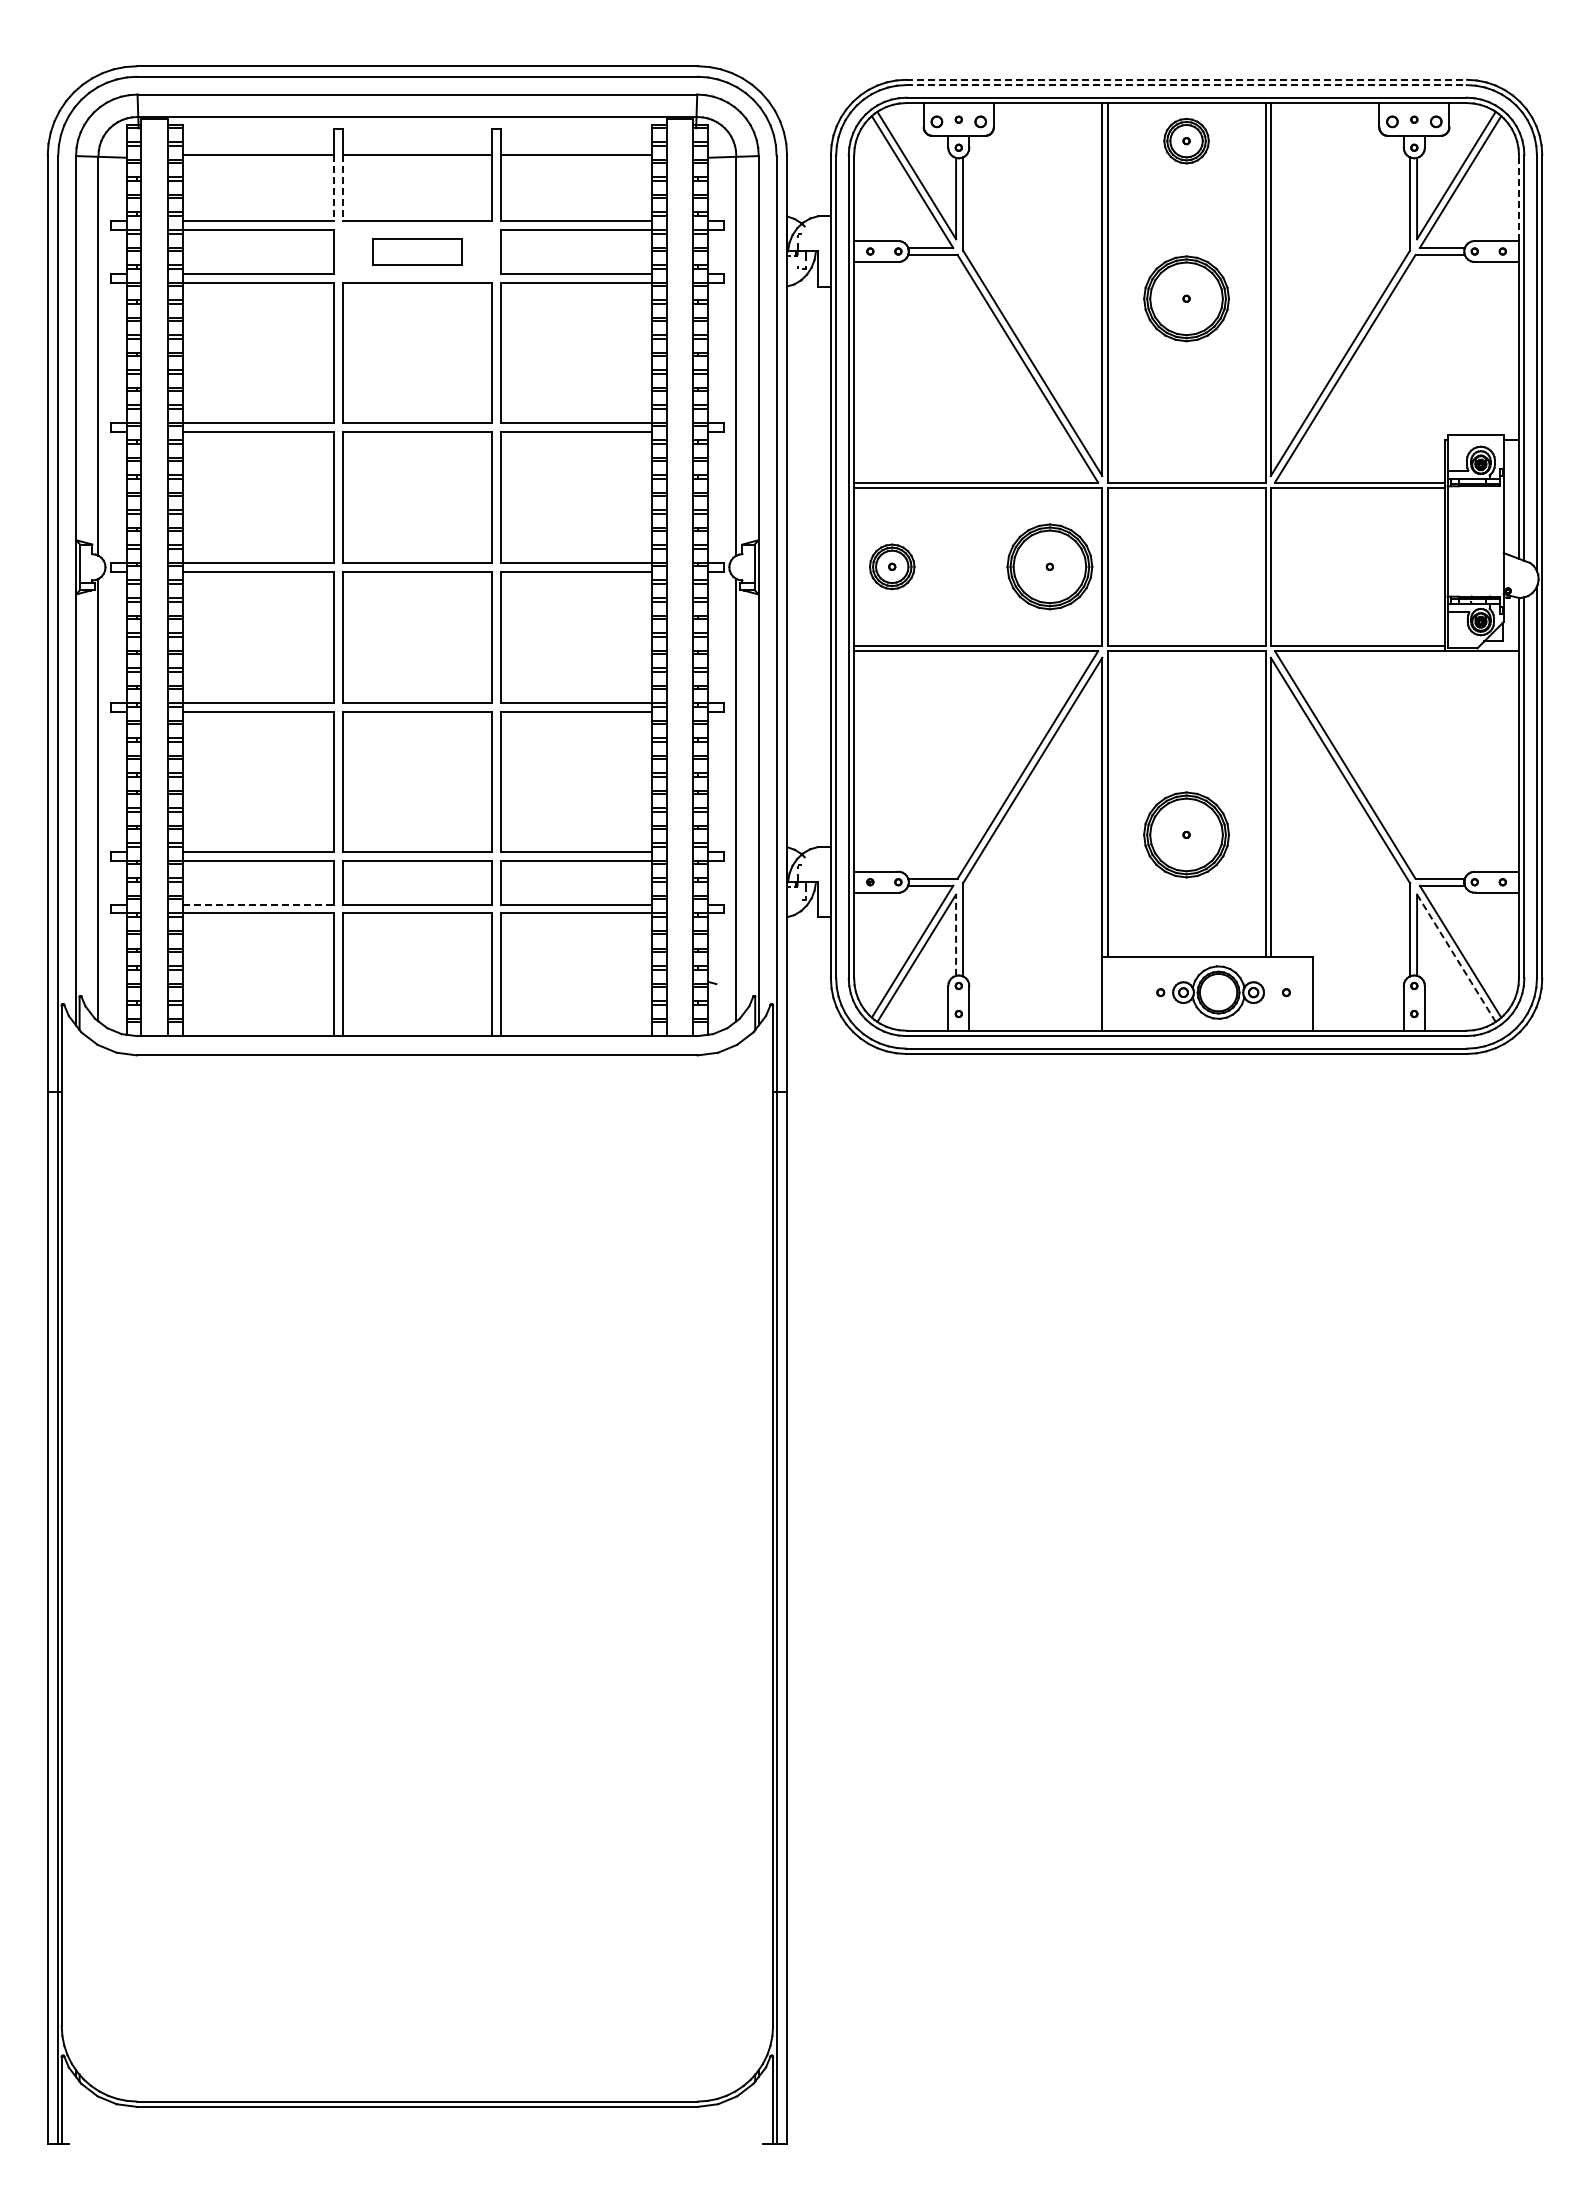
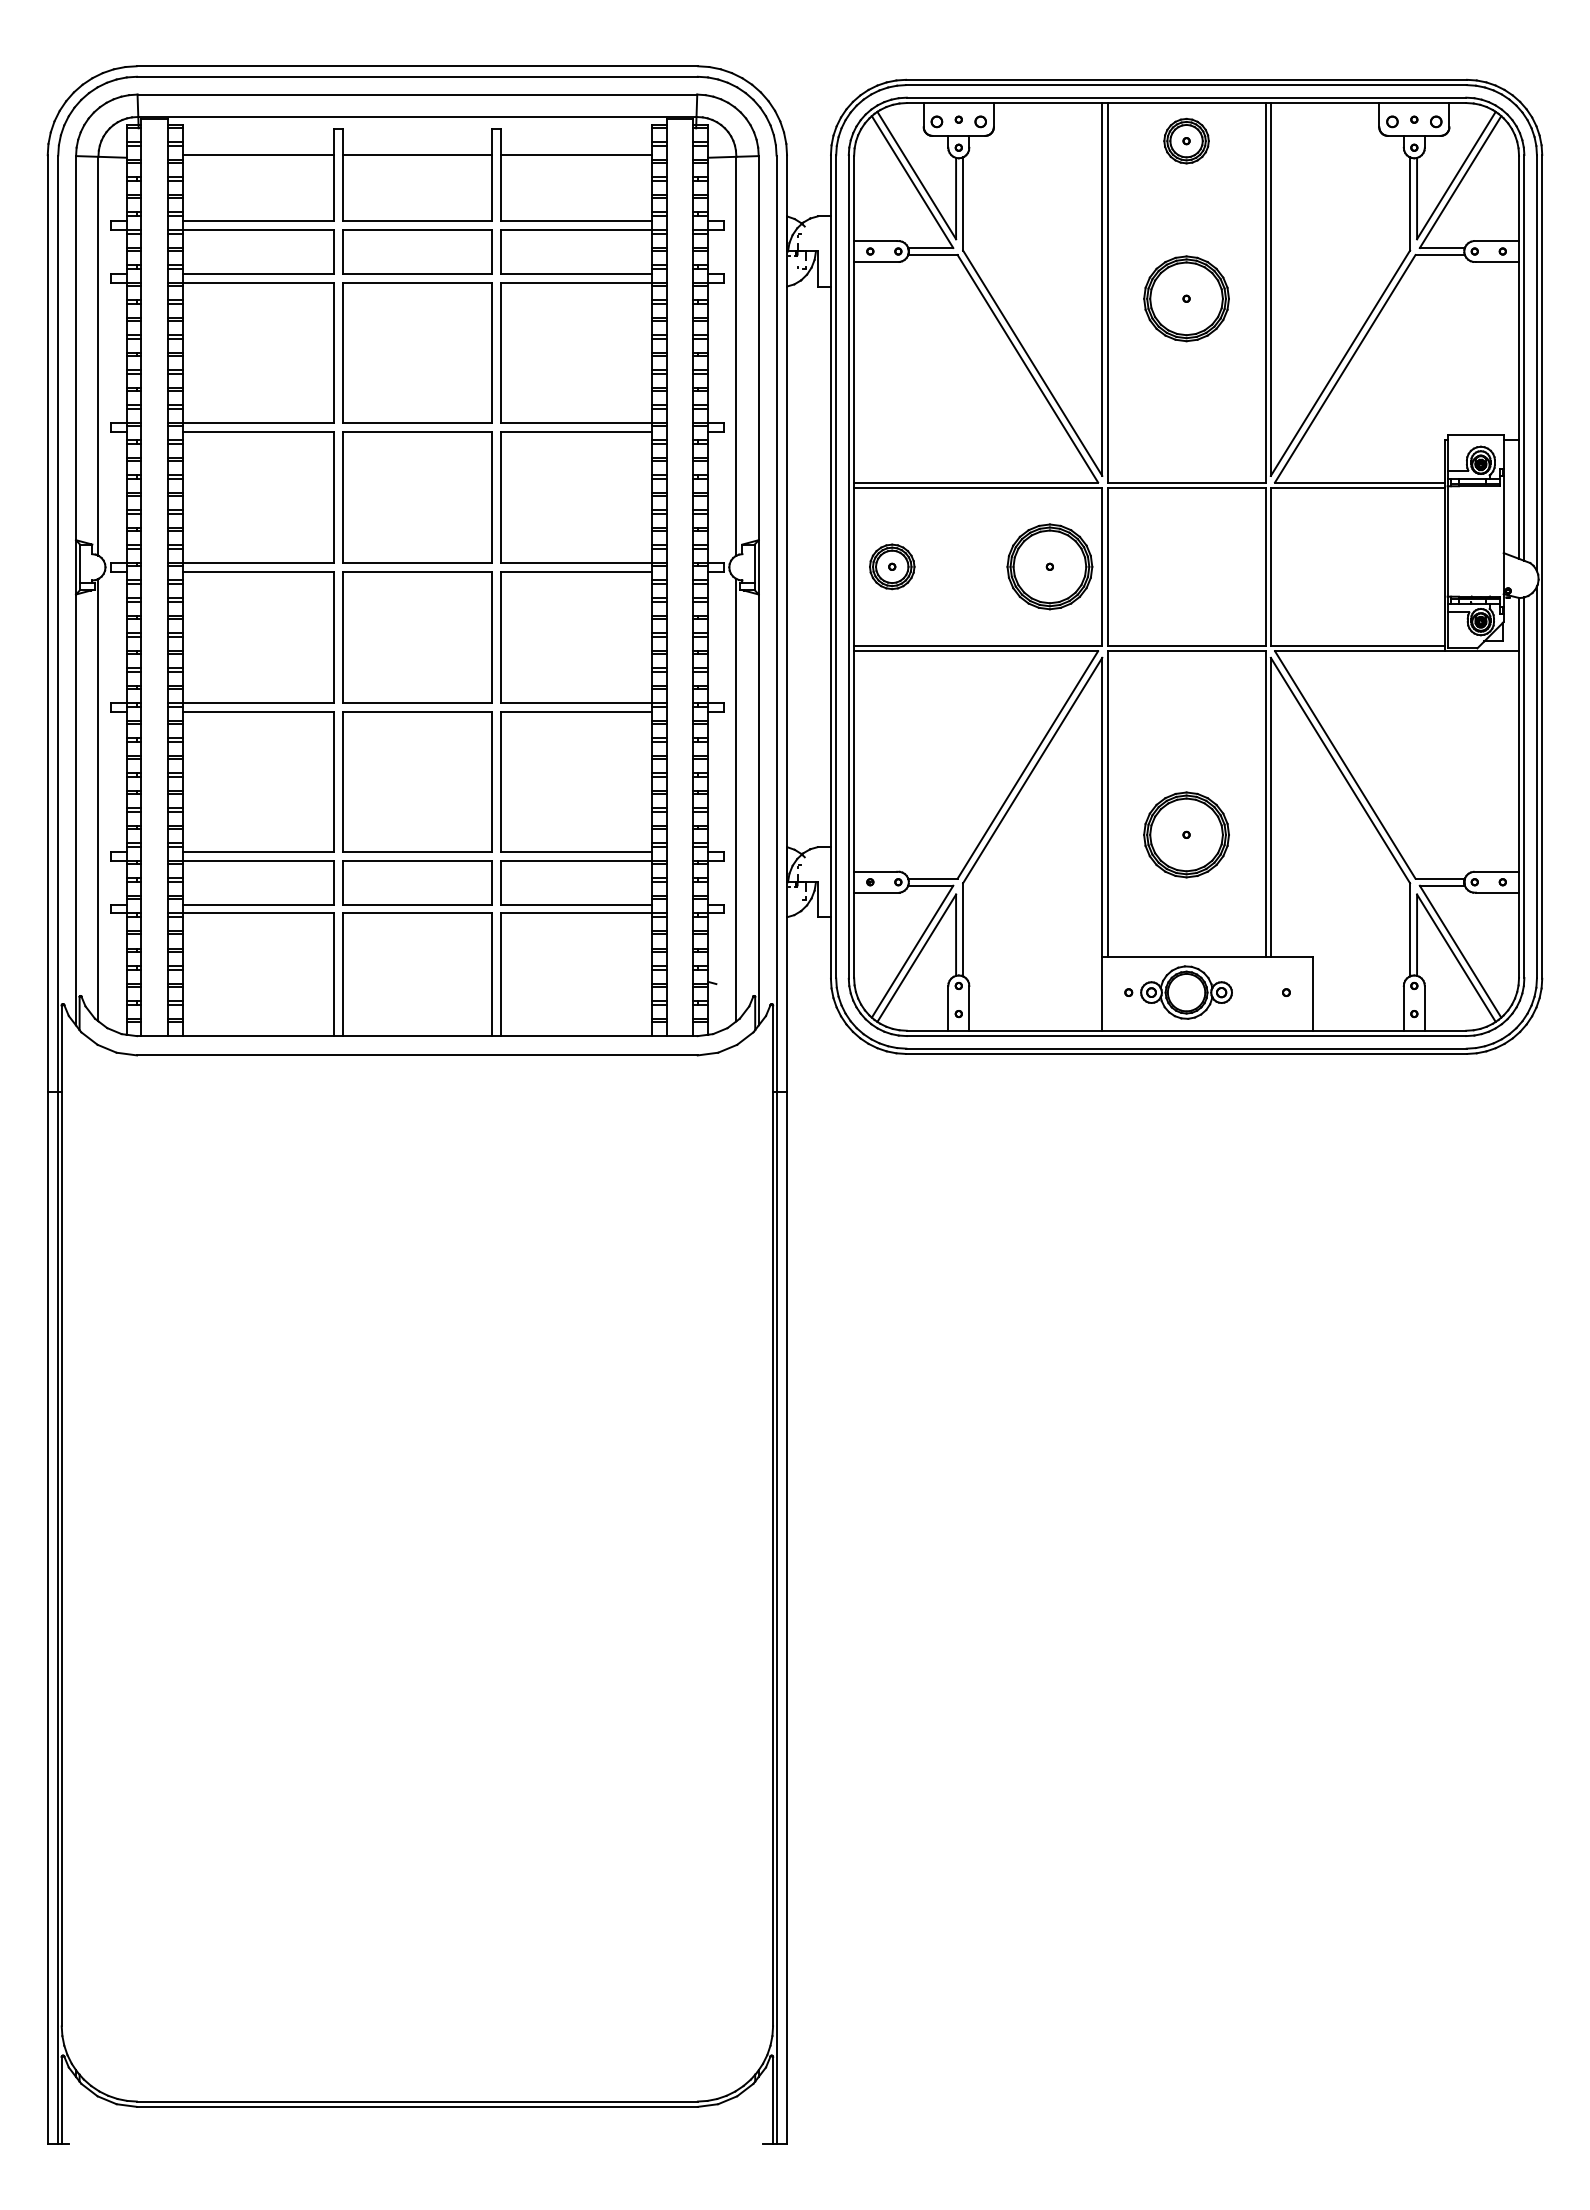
line at (1187, 79): dashed -> solid
line at (1186, 85): dashed -> solid
line at (334, 188): dashed -> solid
line at (342, 188): dashed -> solid
line at (1519, 198): dashed -> solid
part at (417, 251) size: 91x28 px -> 151x46 px
line at (258, 904): dashed -> solid
line at (956, 935): dashed -> solid
line at (1456, 958): dashed -> solid
part at (1210, 992) position: (1210, 992) -> (1178, 992)
